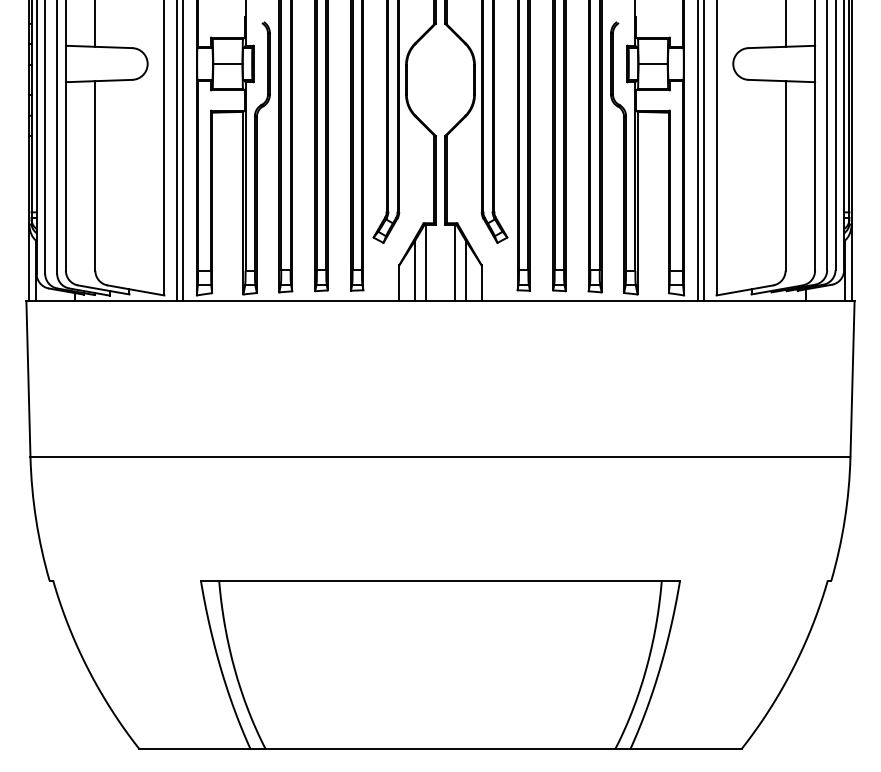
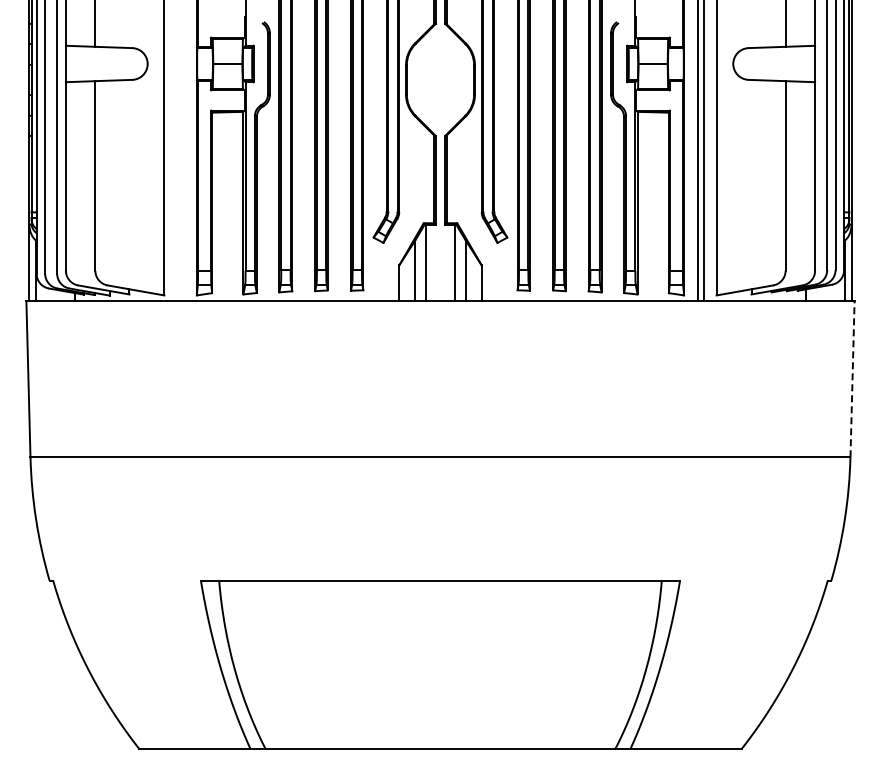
line at (177, 151): present -> none
line at (182, 151): present -> none
line at (852, 379): solid -> dashed
